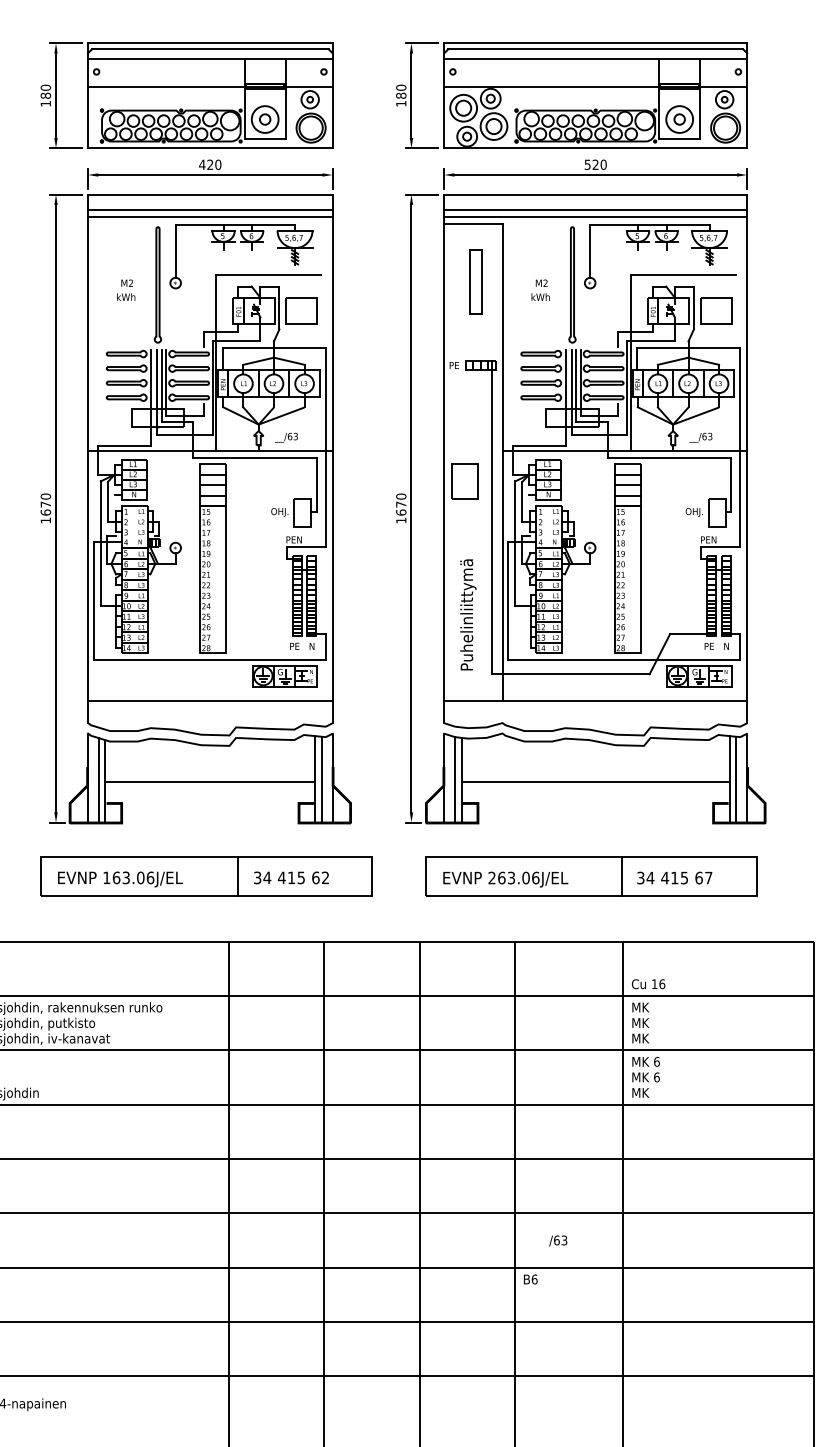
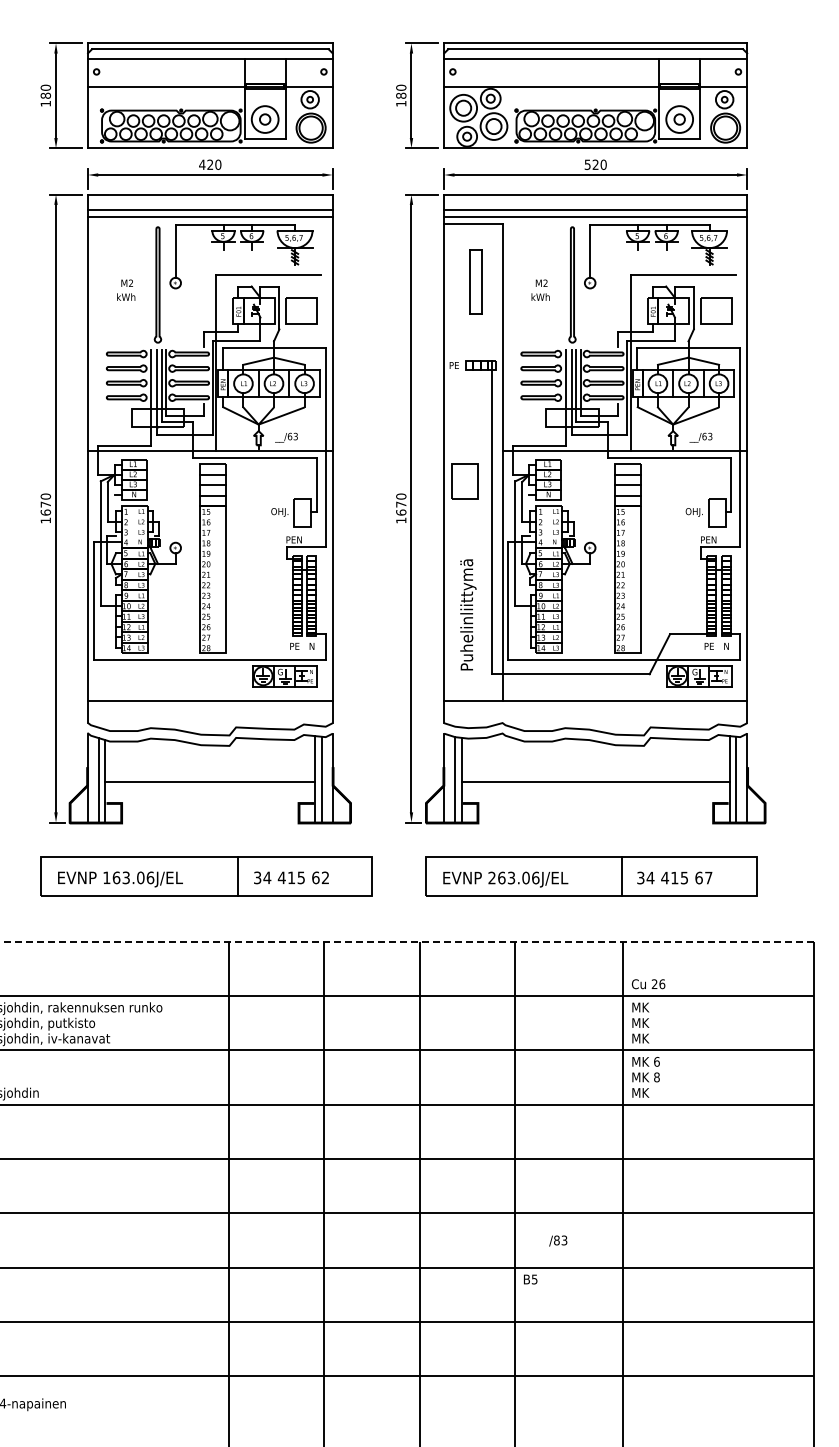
line at (406, 941): solid -> dashed
text at (654, 983): 16 -> 26
text at (656, 1077): 6 -> 8
text at (556, 1240): /63 -> /83
text at (534, 1279): B6 -> B5
